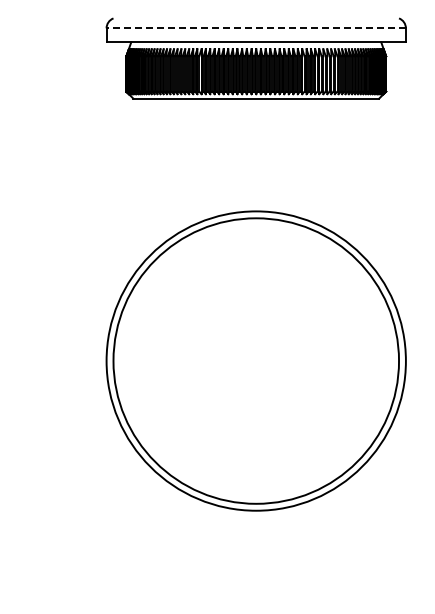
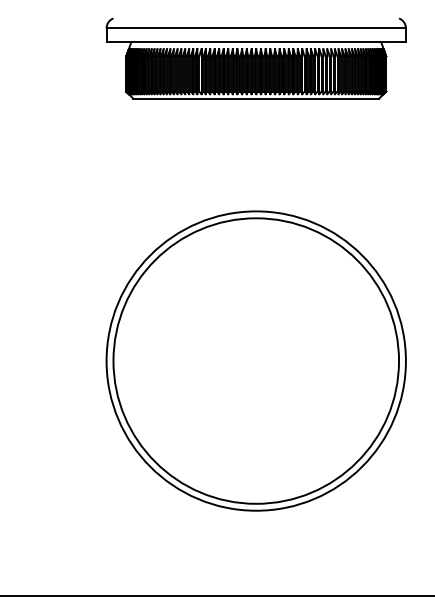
line at (256, 28): dashed -> solid
line at (216, 595): none -> present
